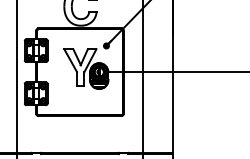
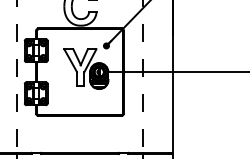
line at (17, 76): solid -> dashed
line at (143, 76): solid -> dashed
